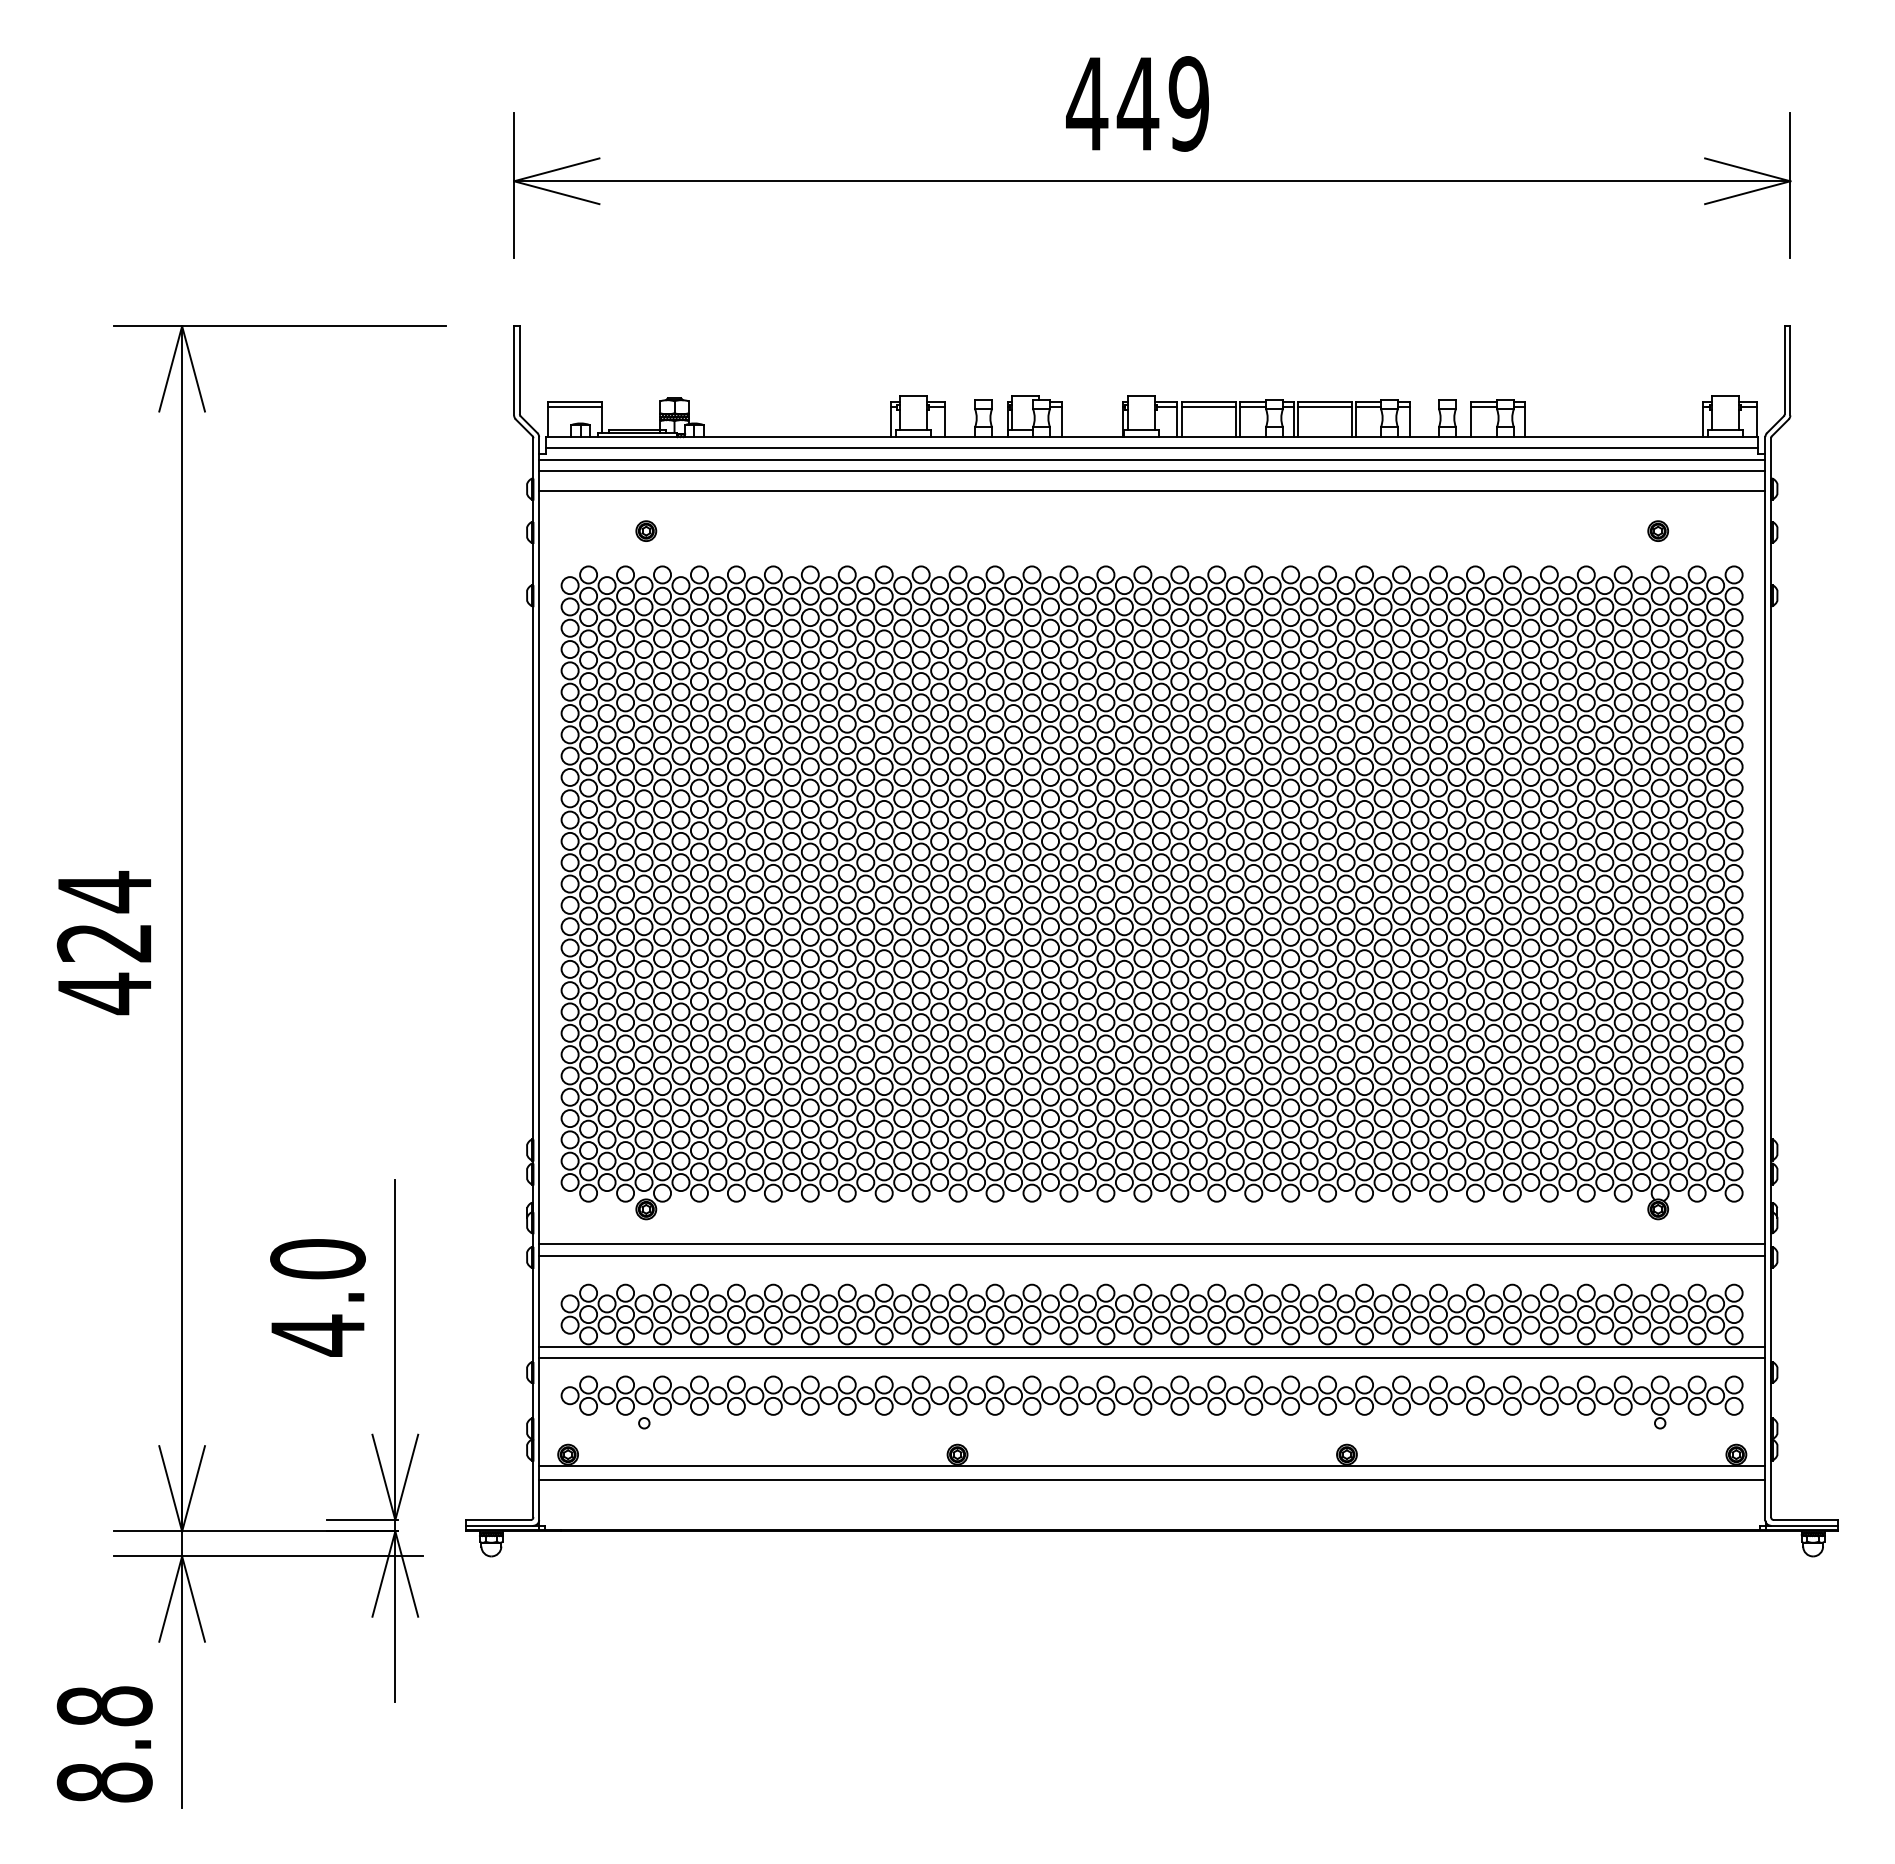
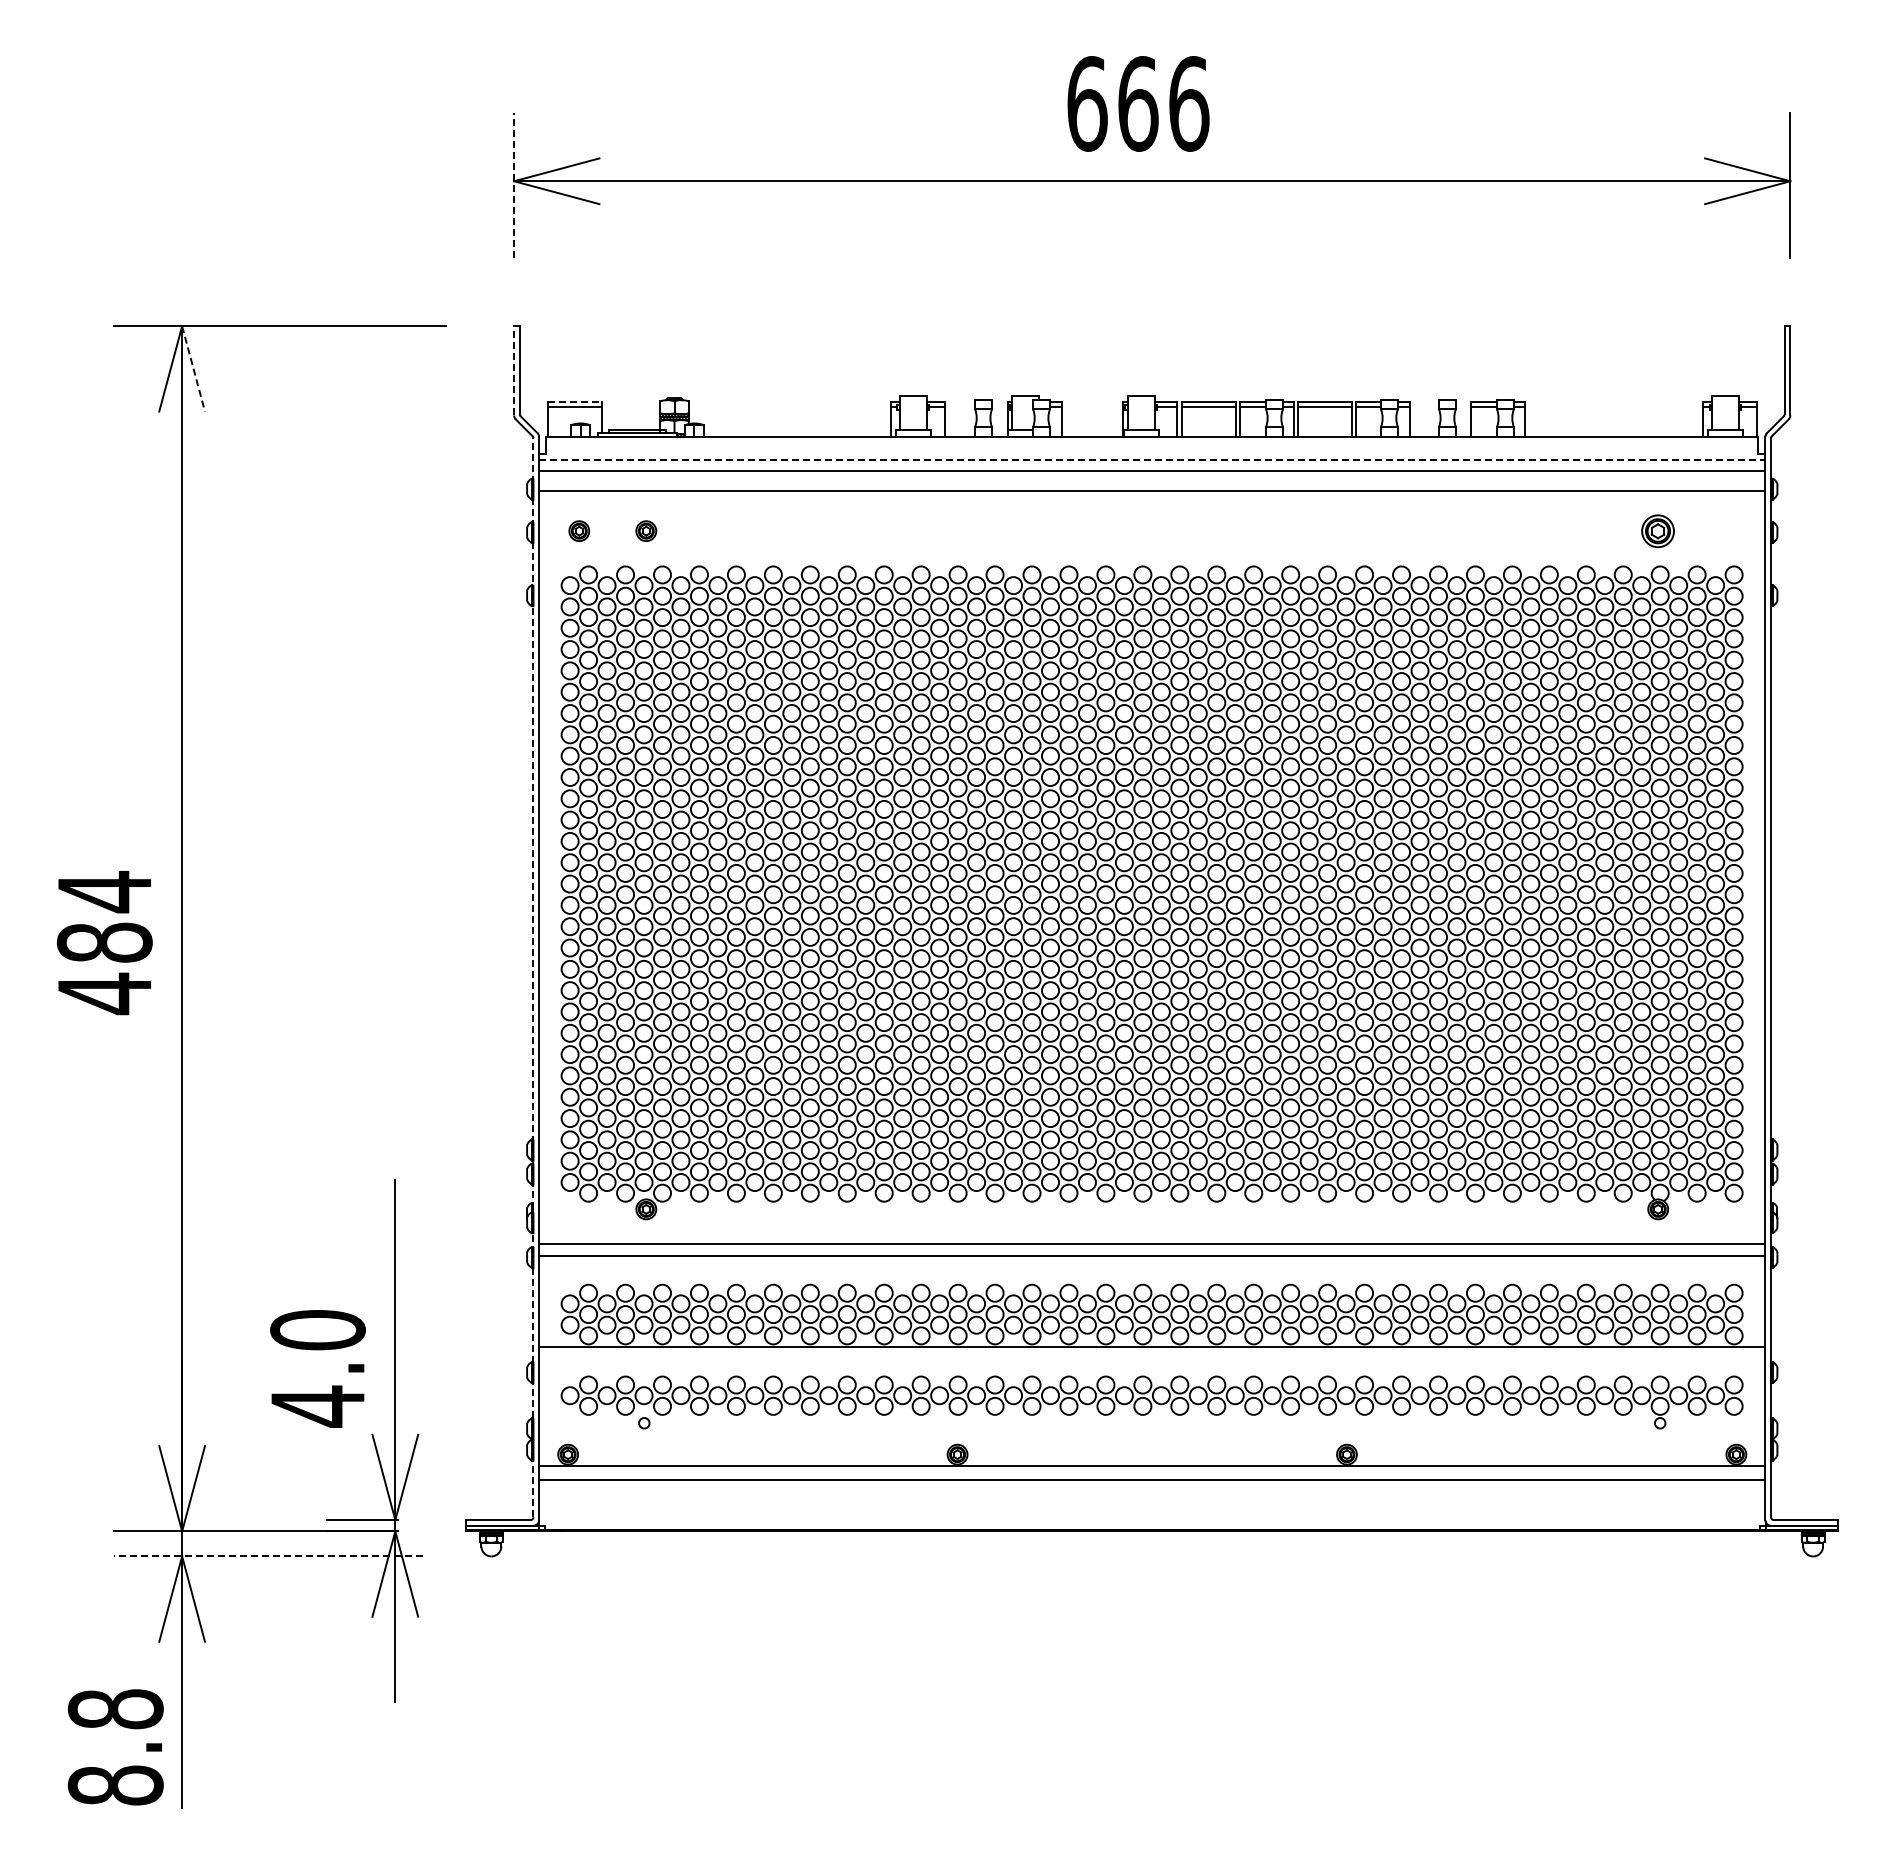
text at (1137, 103): 449 -> 666
line at (514, 185): solid -> dashed
line at (193, 369): solid -> dashed
line at (514, 370): solid -> dashed
line at (575, 401): solid -> dashed
line at (1152, 448): present -> none
line at (1152, 459): solid -> dashed
part at (579, 530): none -> present
part at (1658, 530) size: 23x22 px -> 34x35 px
text at (104, 942): 424 -> 484
line at (533, 977): solid -> dashed
text at (317, 1297) position: (317, 1297) -> (317, 1368)
line at (1152, 1358): present -> none
line at (268, 1556): solid -> dashed
text at (104, 1744) position: (104, 1744) -> (115, 1747)
